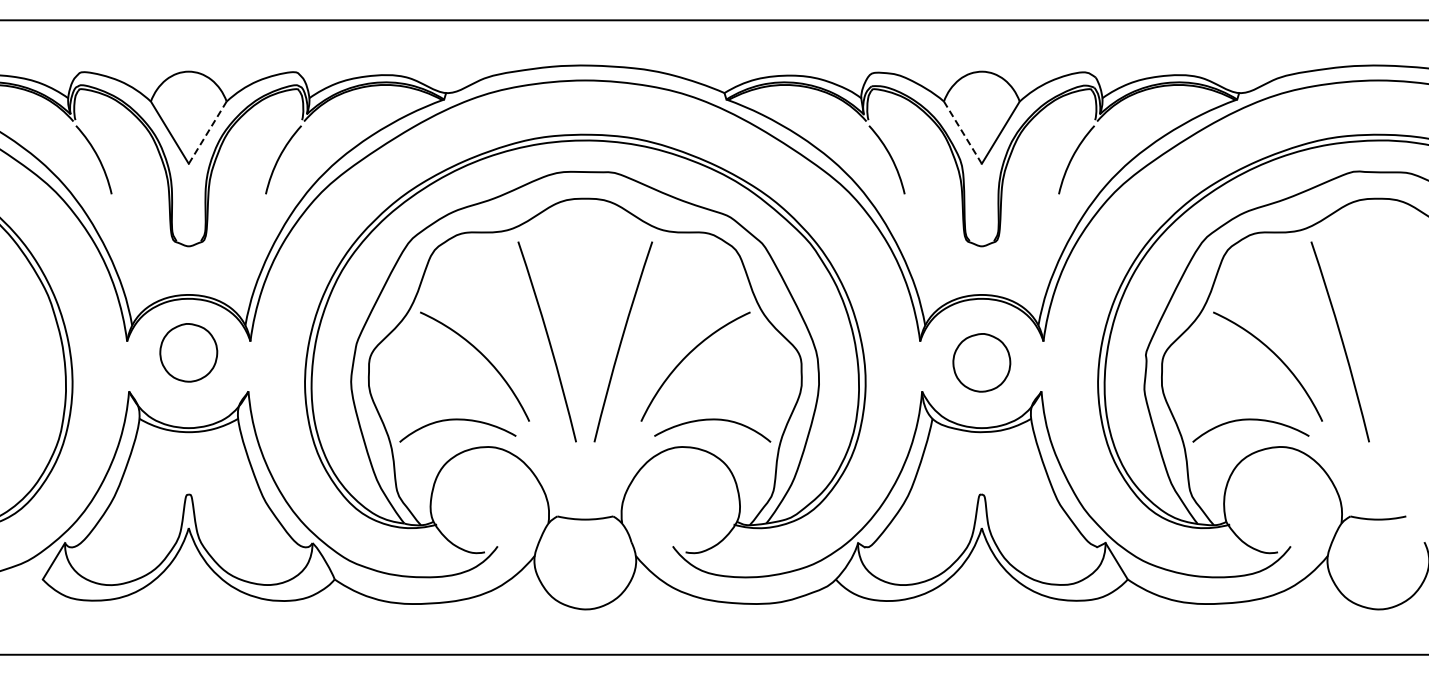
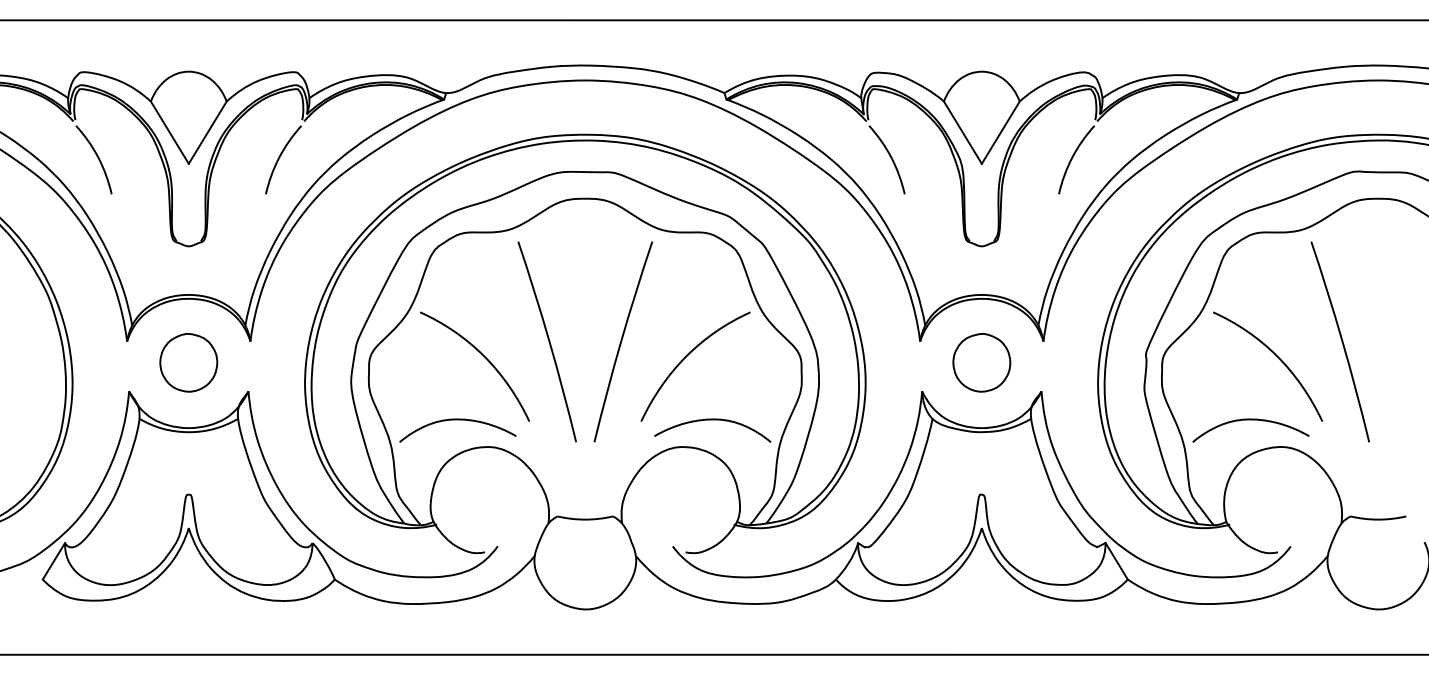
line at (208, 132): dashed -> solid
line at (962, 132): dashed -> solid
part at (188, 352) position: (188, 352) -> (188, 362)
